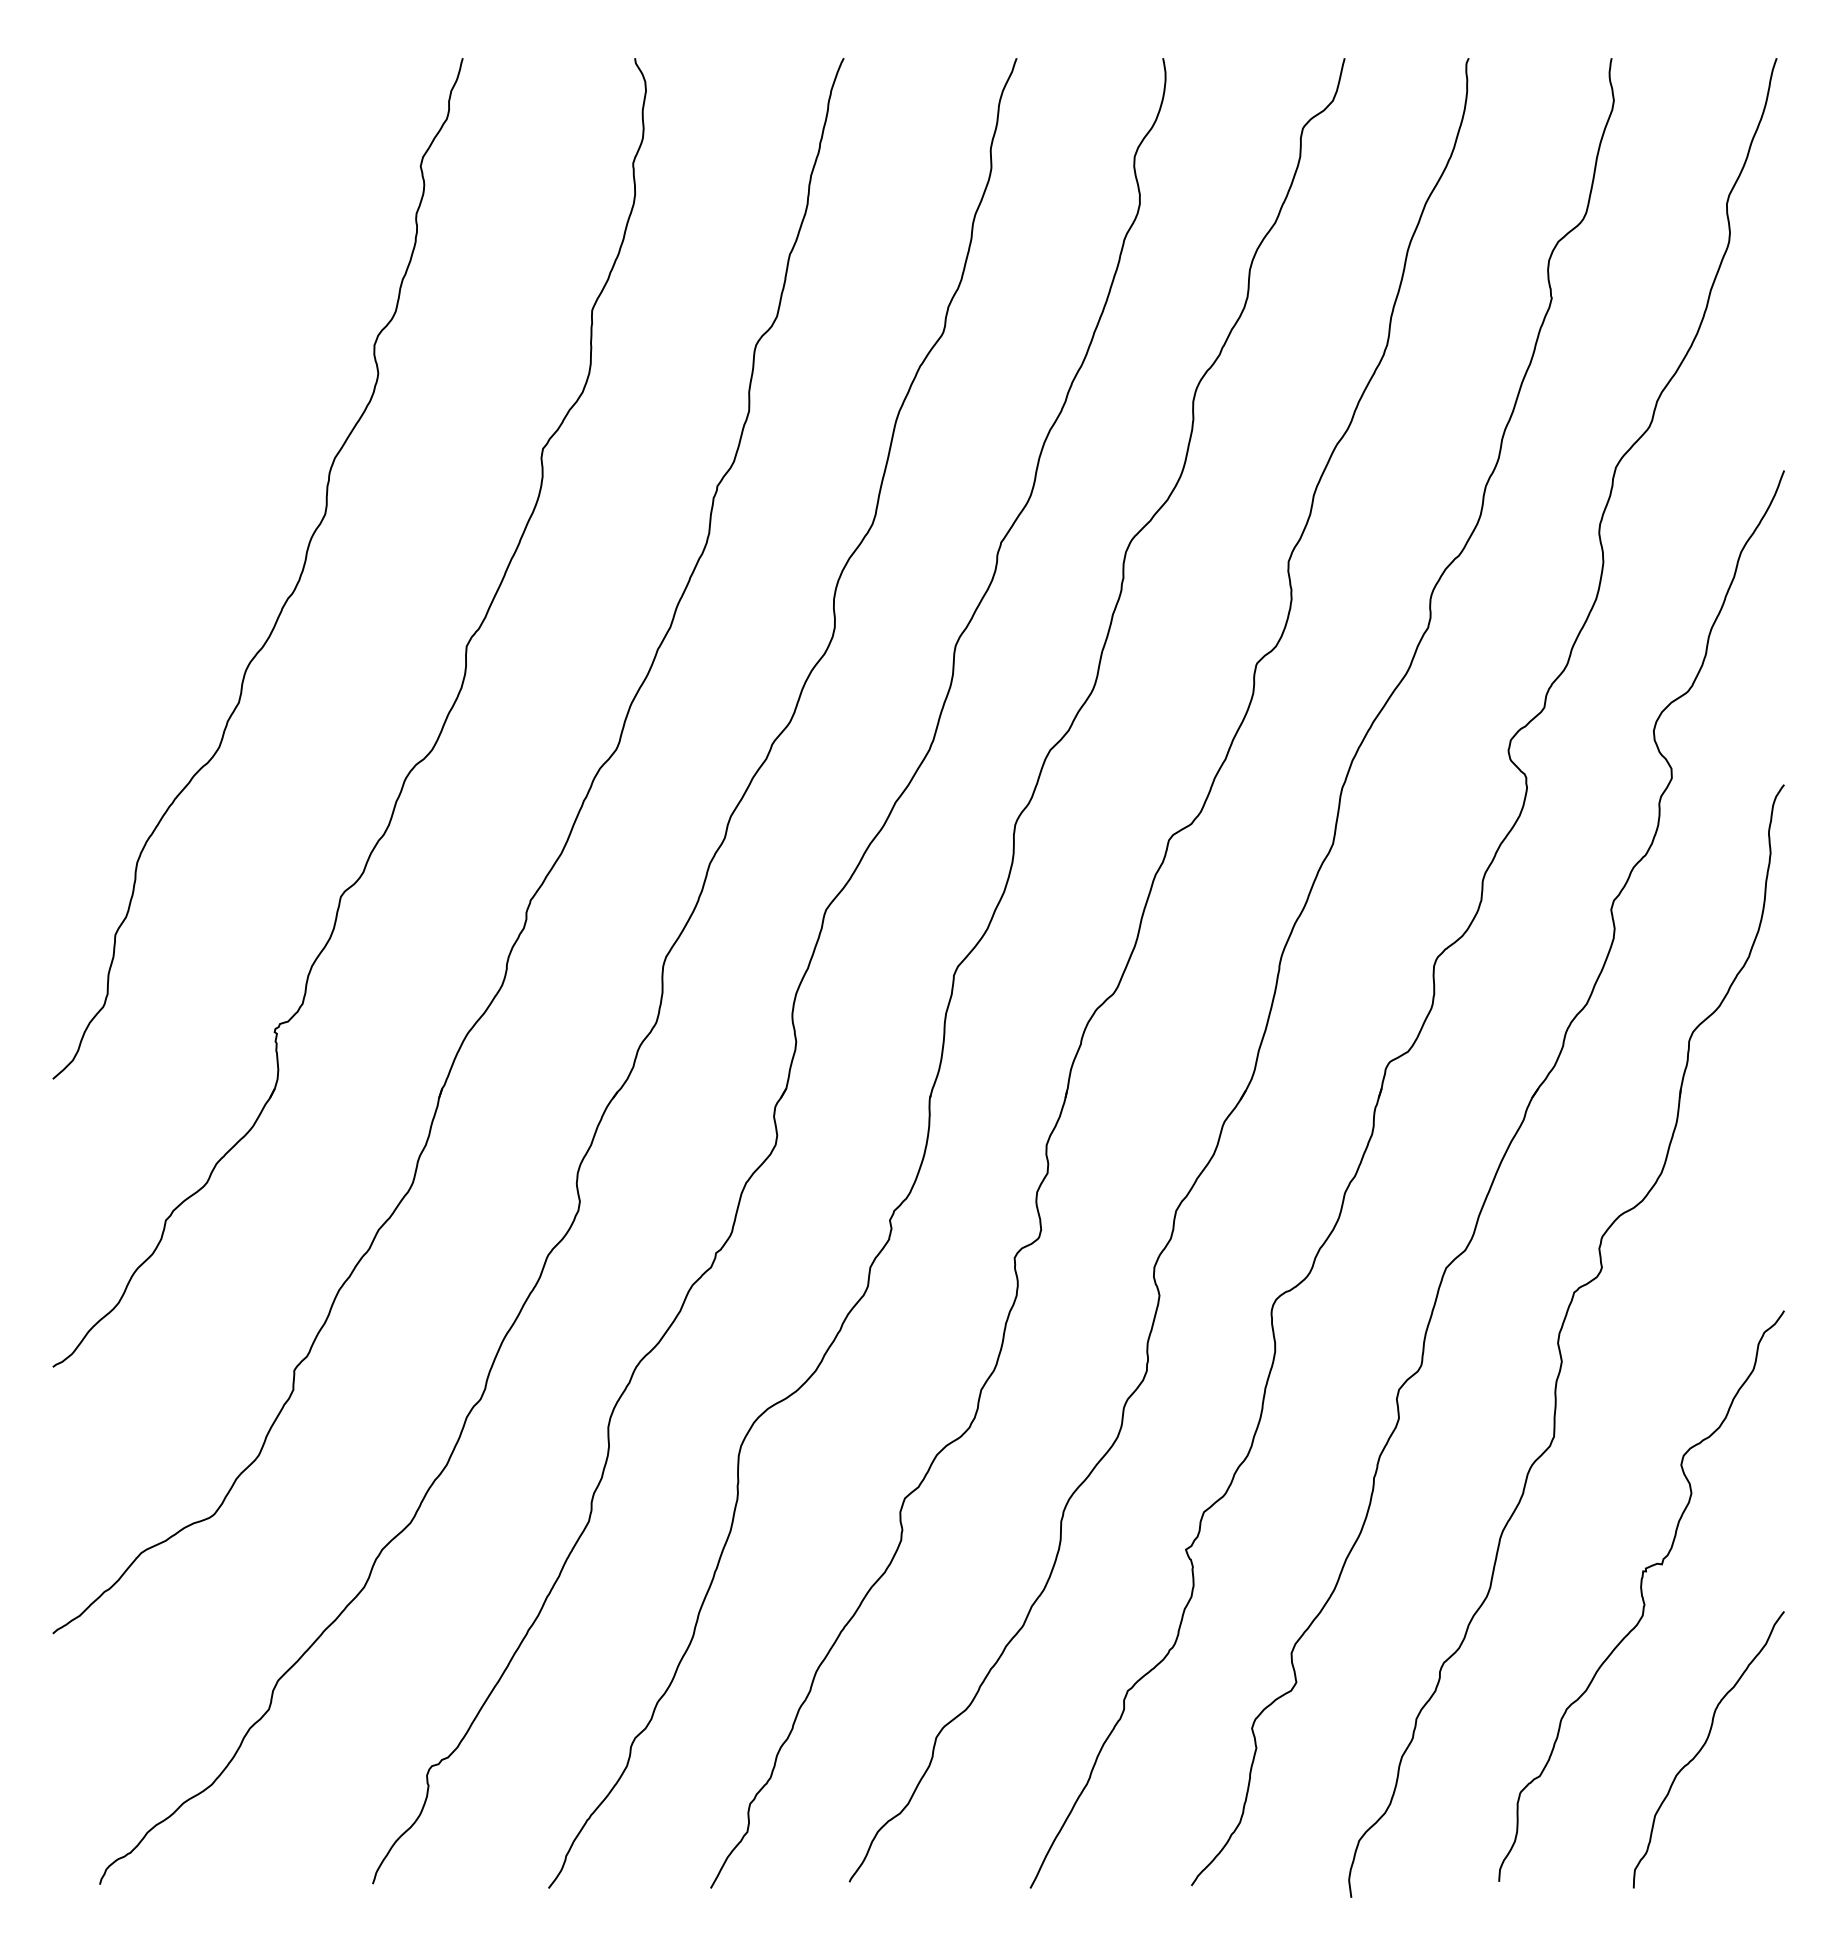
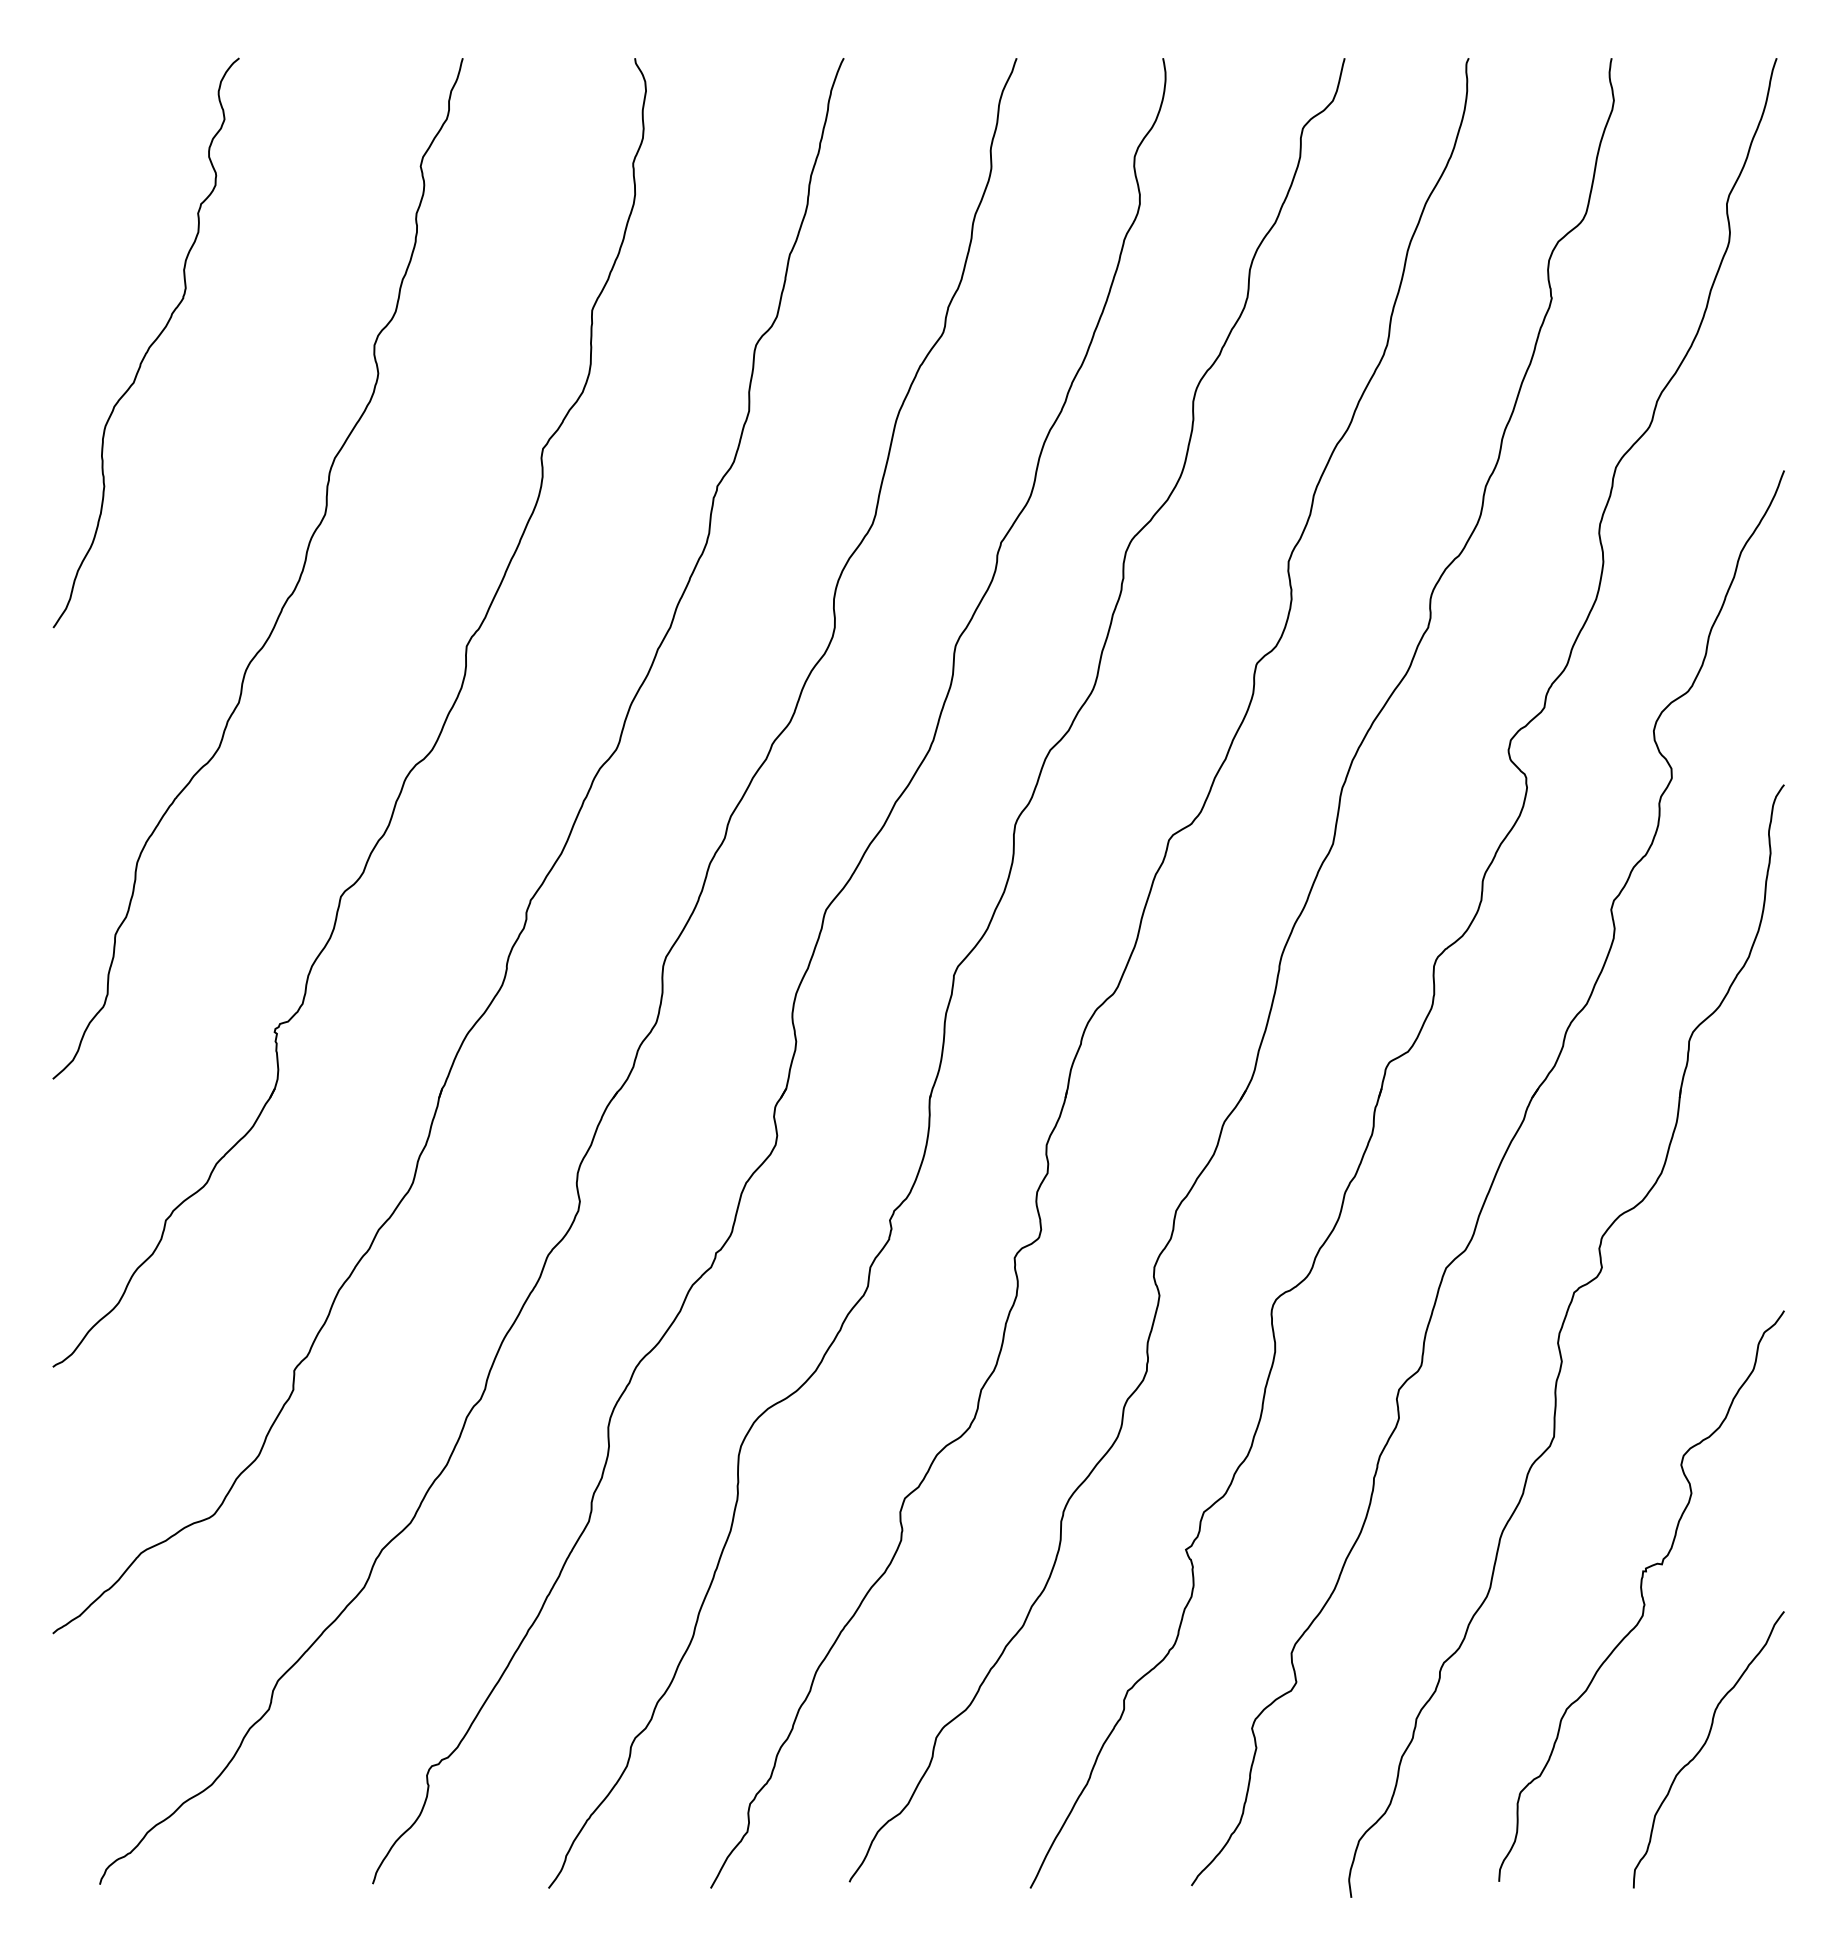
curve at (149, 345): none -> present
